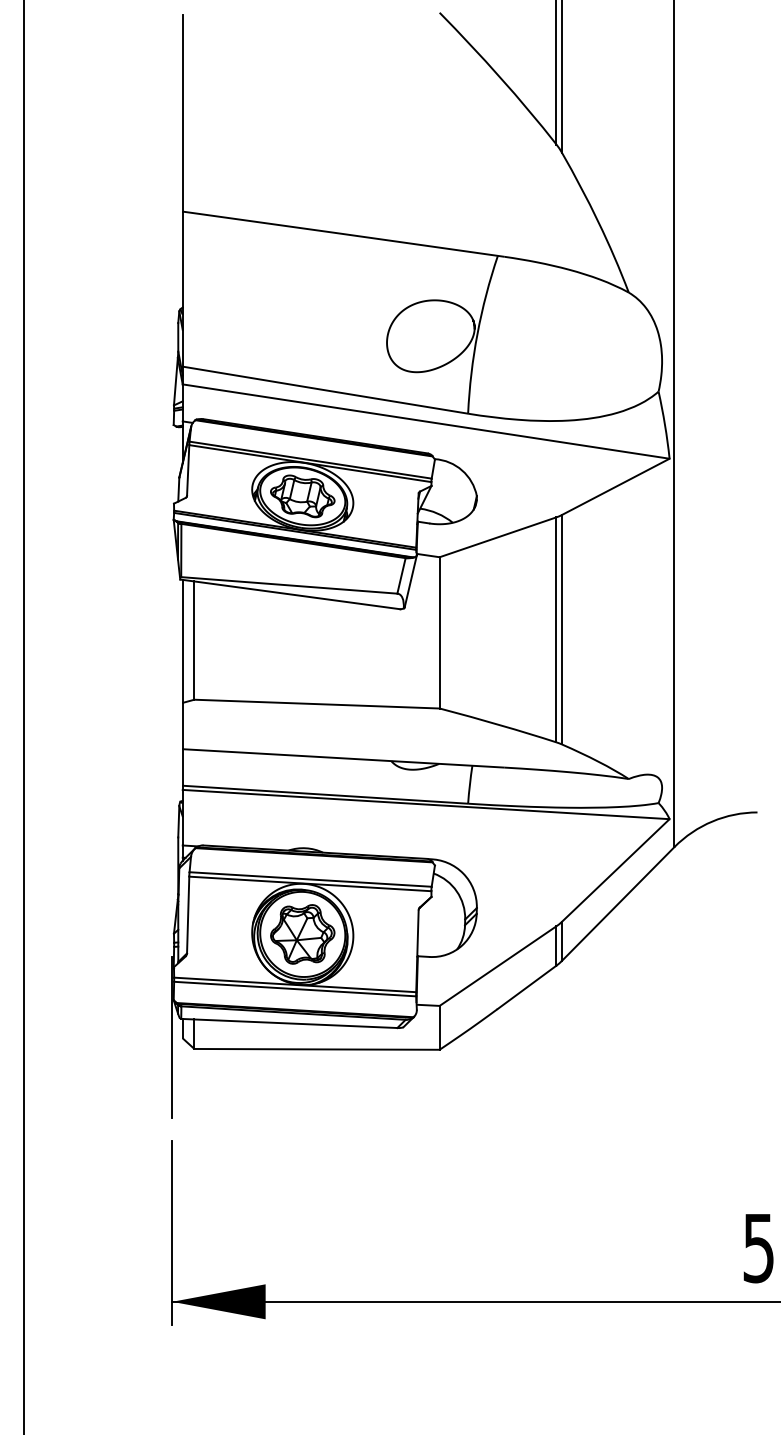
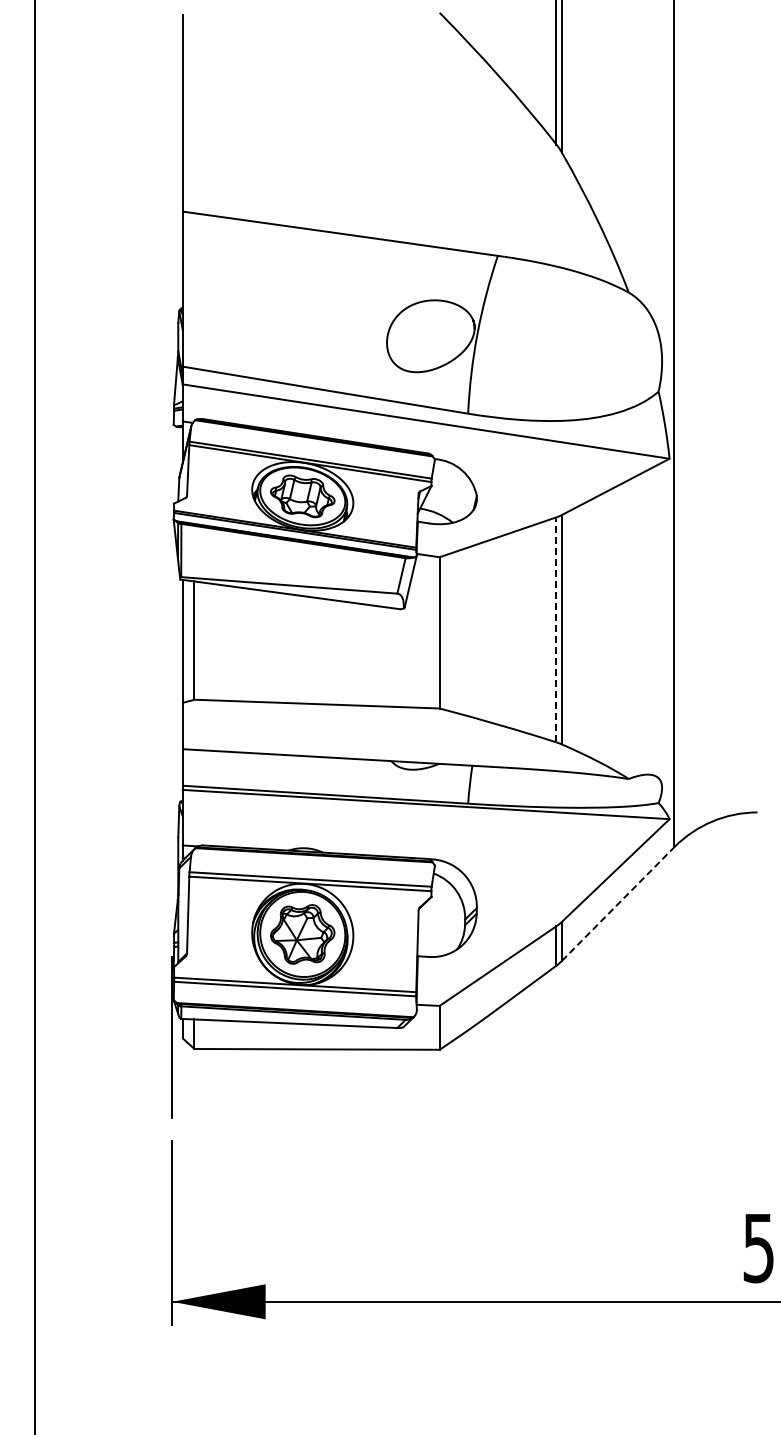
line at (556, 629): solid -> dashed
line at (23, 716) position: (23, 716) -> (34, 716)
line at (618, 903): solid -> dashed
